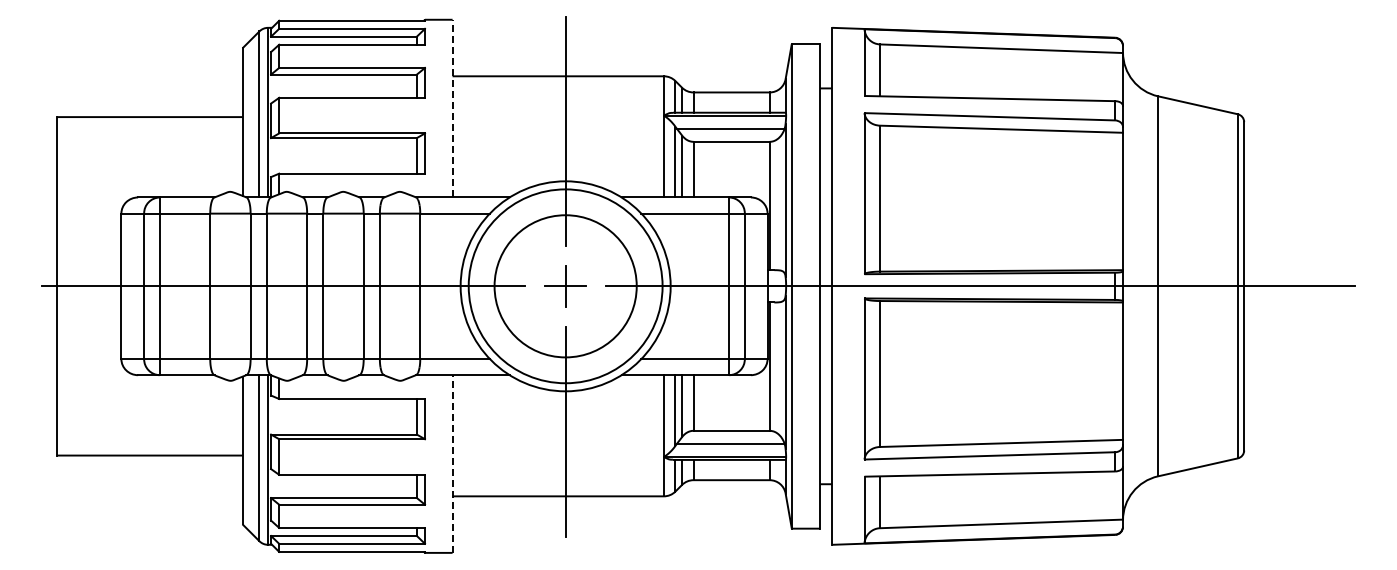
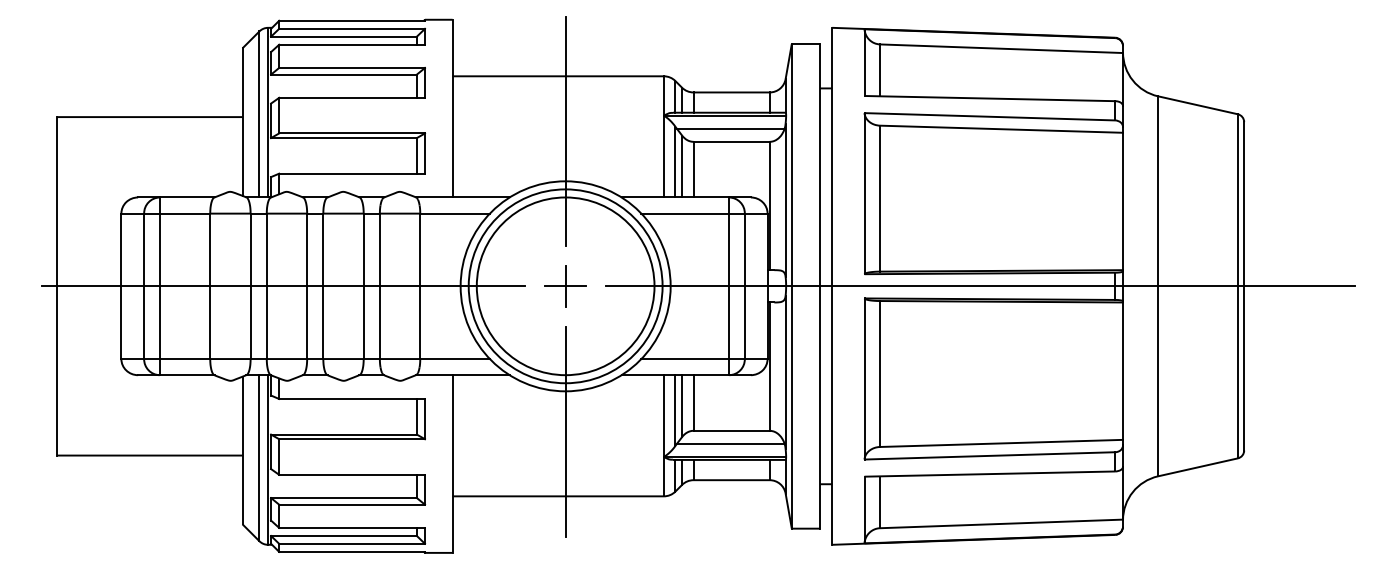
line at (452, 108): dashed -> solid
circle at (565, 286) diameter: 142 px -> 178 px
line at (452, 464): dashed -> solid
